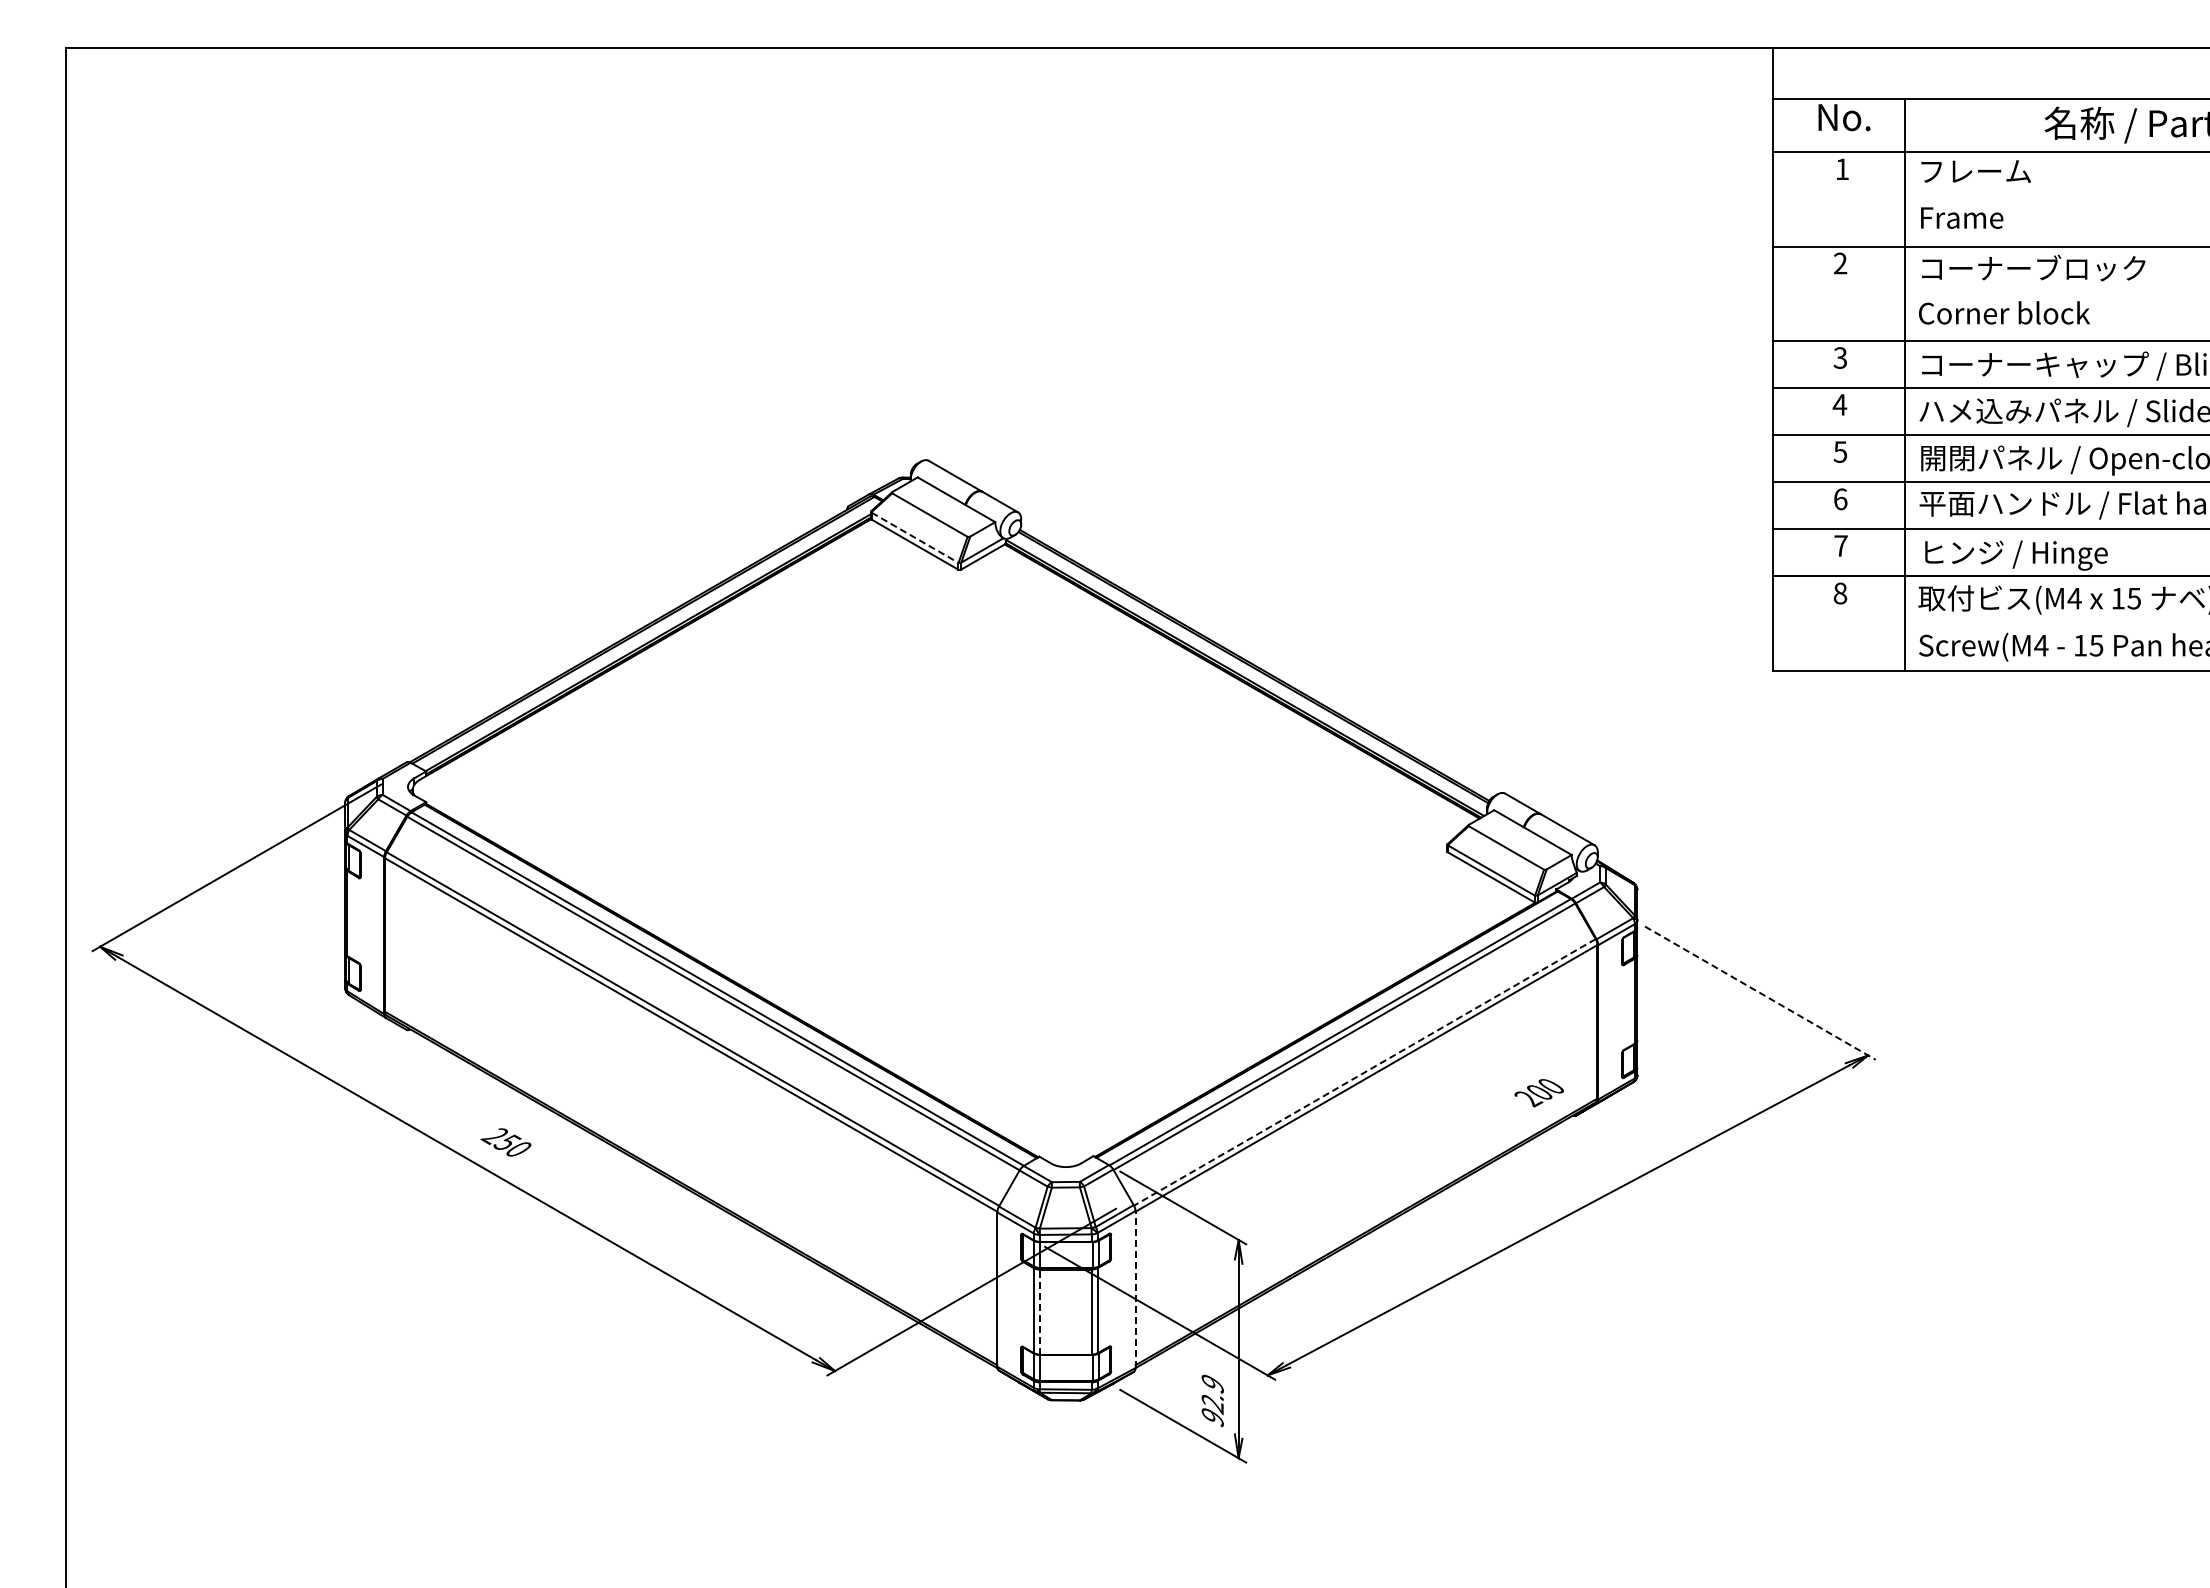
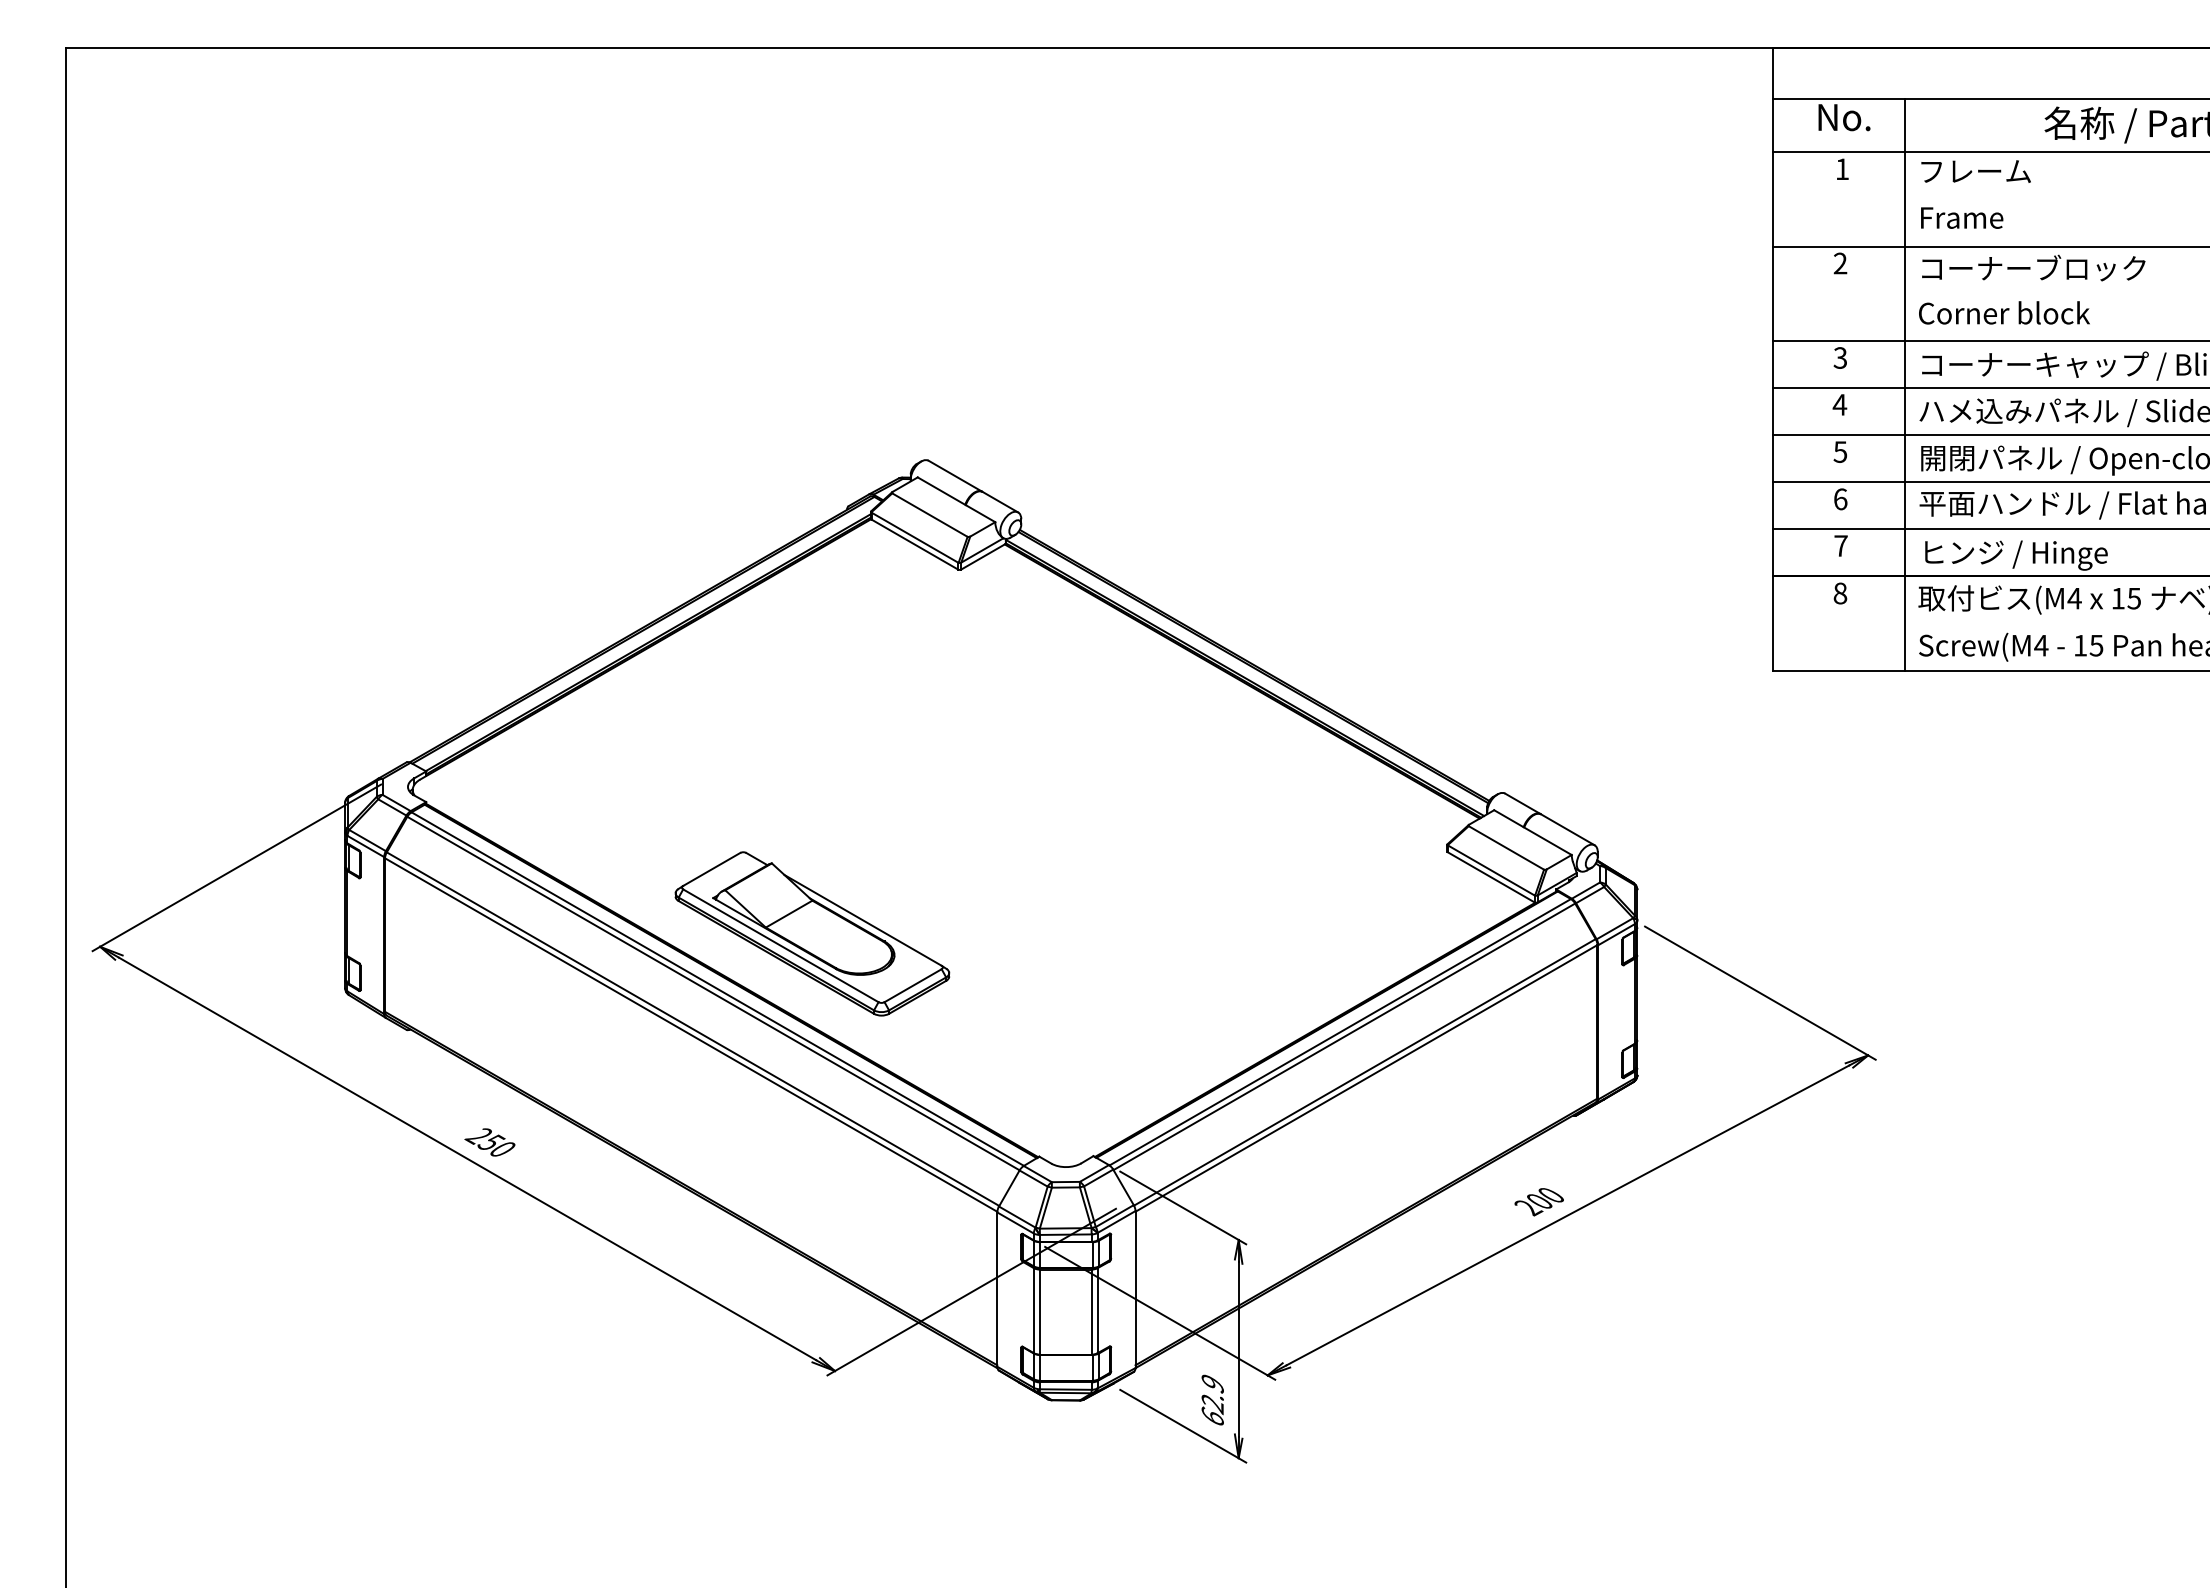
line at (914, 537): dashed -> solid
part at (812, 933): none -> present
line at (1760, 993): dashed -> solid
line at (1364, 1072): dashed -> solid
text at (1538, 1093) position: (1538, 1093) -> (1538, 1202)
text at (505, 1142) position: (505, 1142) -> (489, 1142)
line at (1135, 1289): dashed -> solid
line at (1039, 1312): dashed -> solid
text at (1212, 1416): 92.9 -> 62.9
